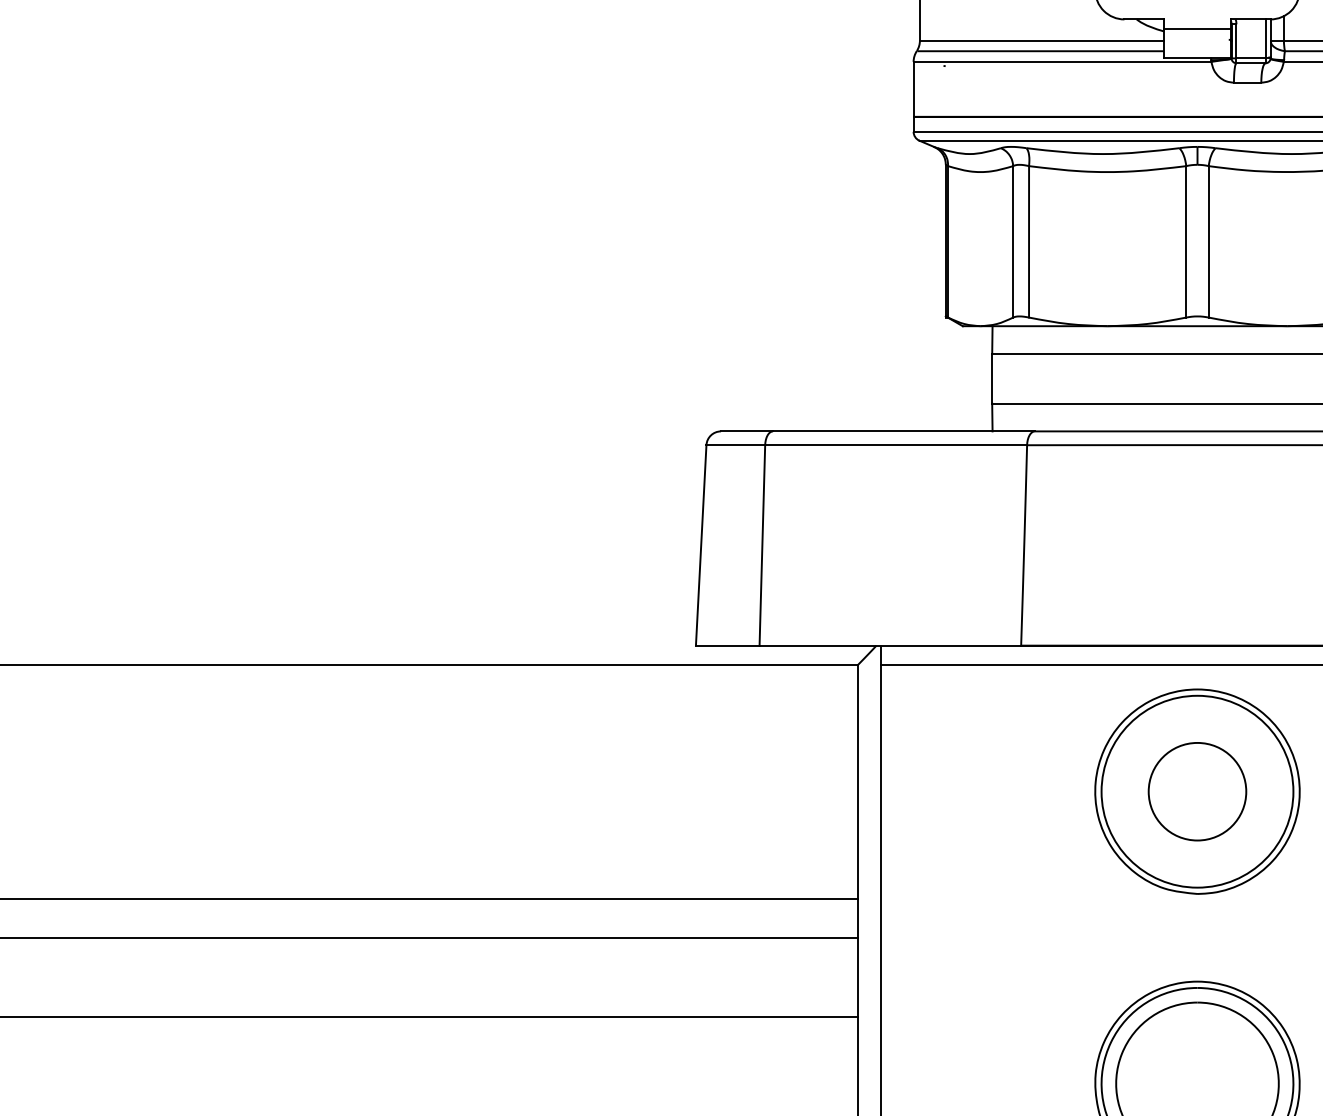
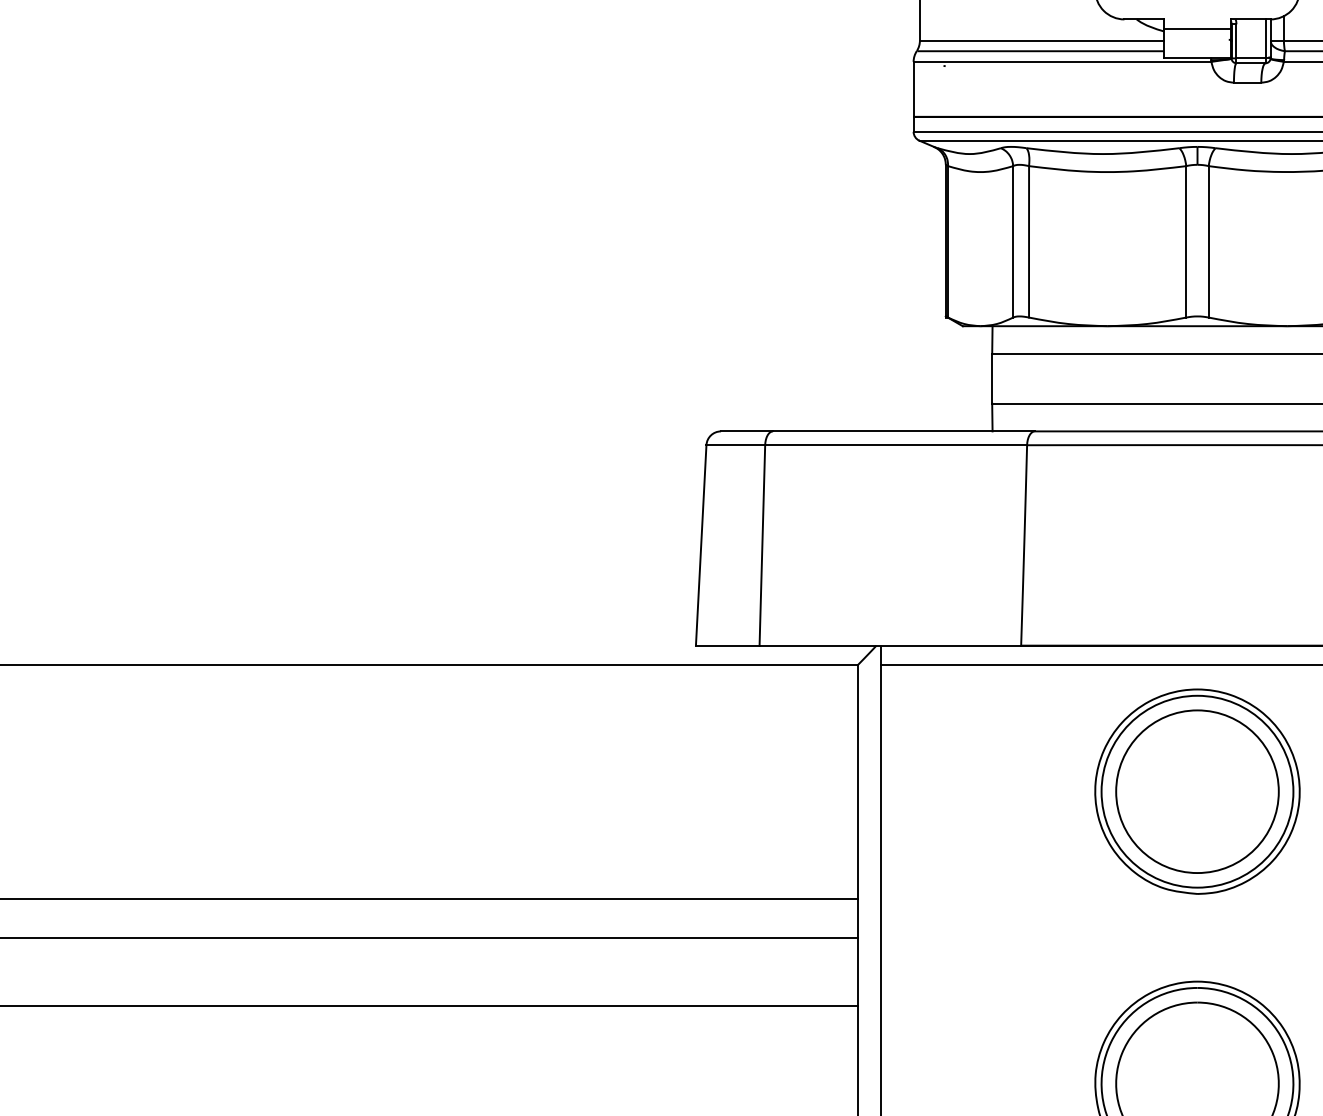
circle at (1197, 791) diameter: 98 px -> 163 px
line at (429, 1017) position: (429, 1017) -> (429, 1006)
